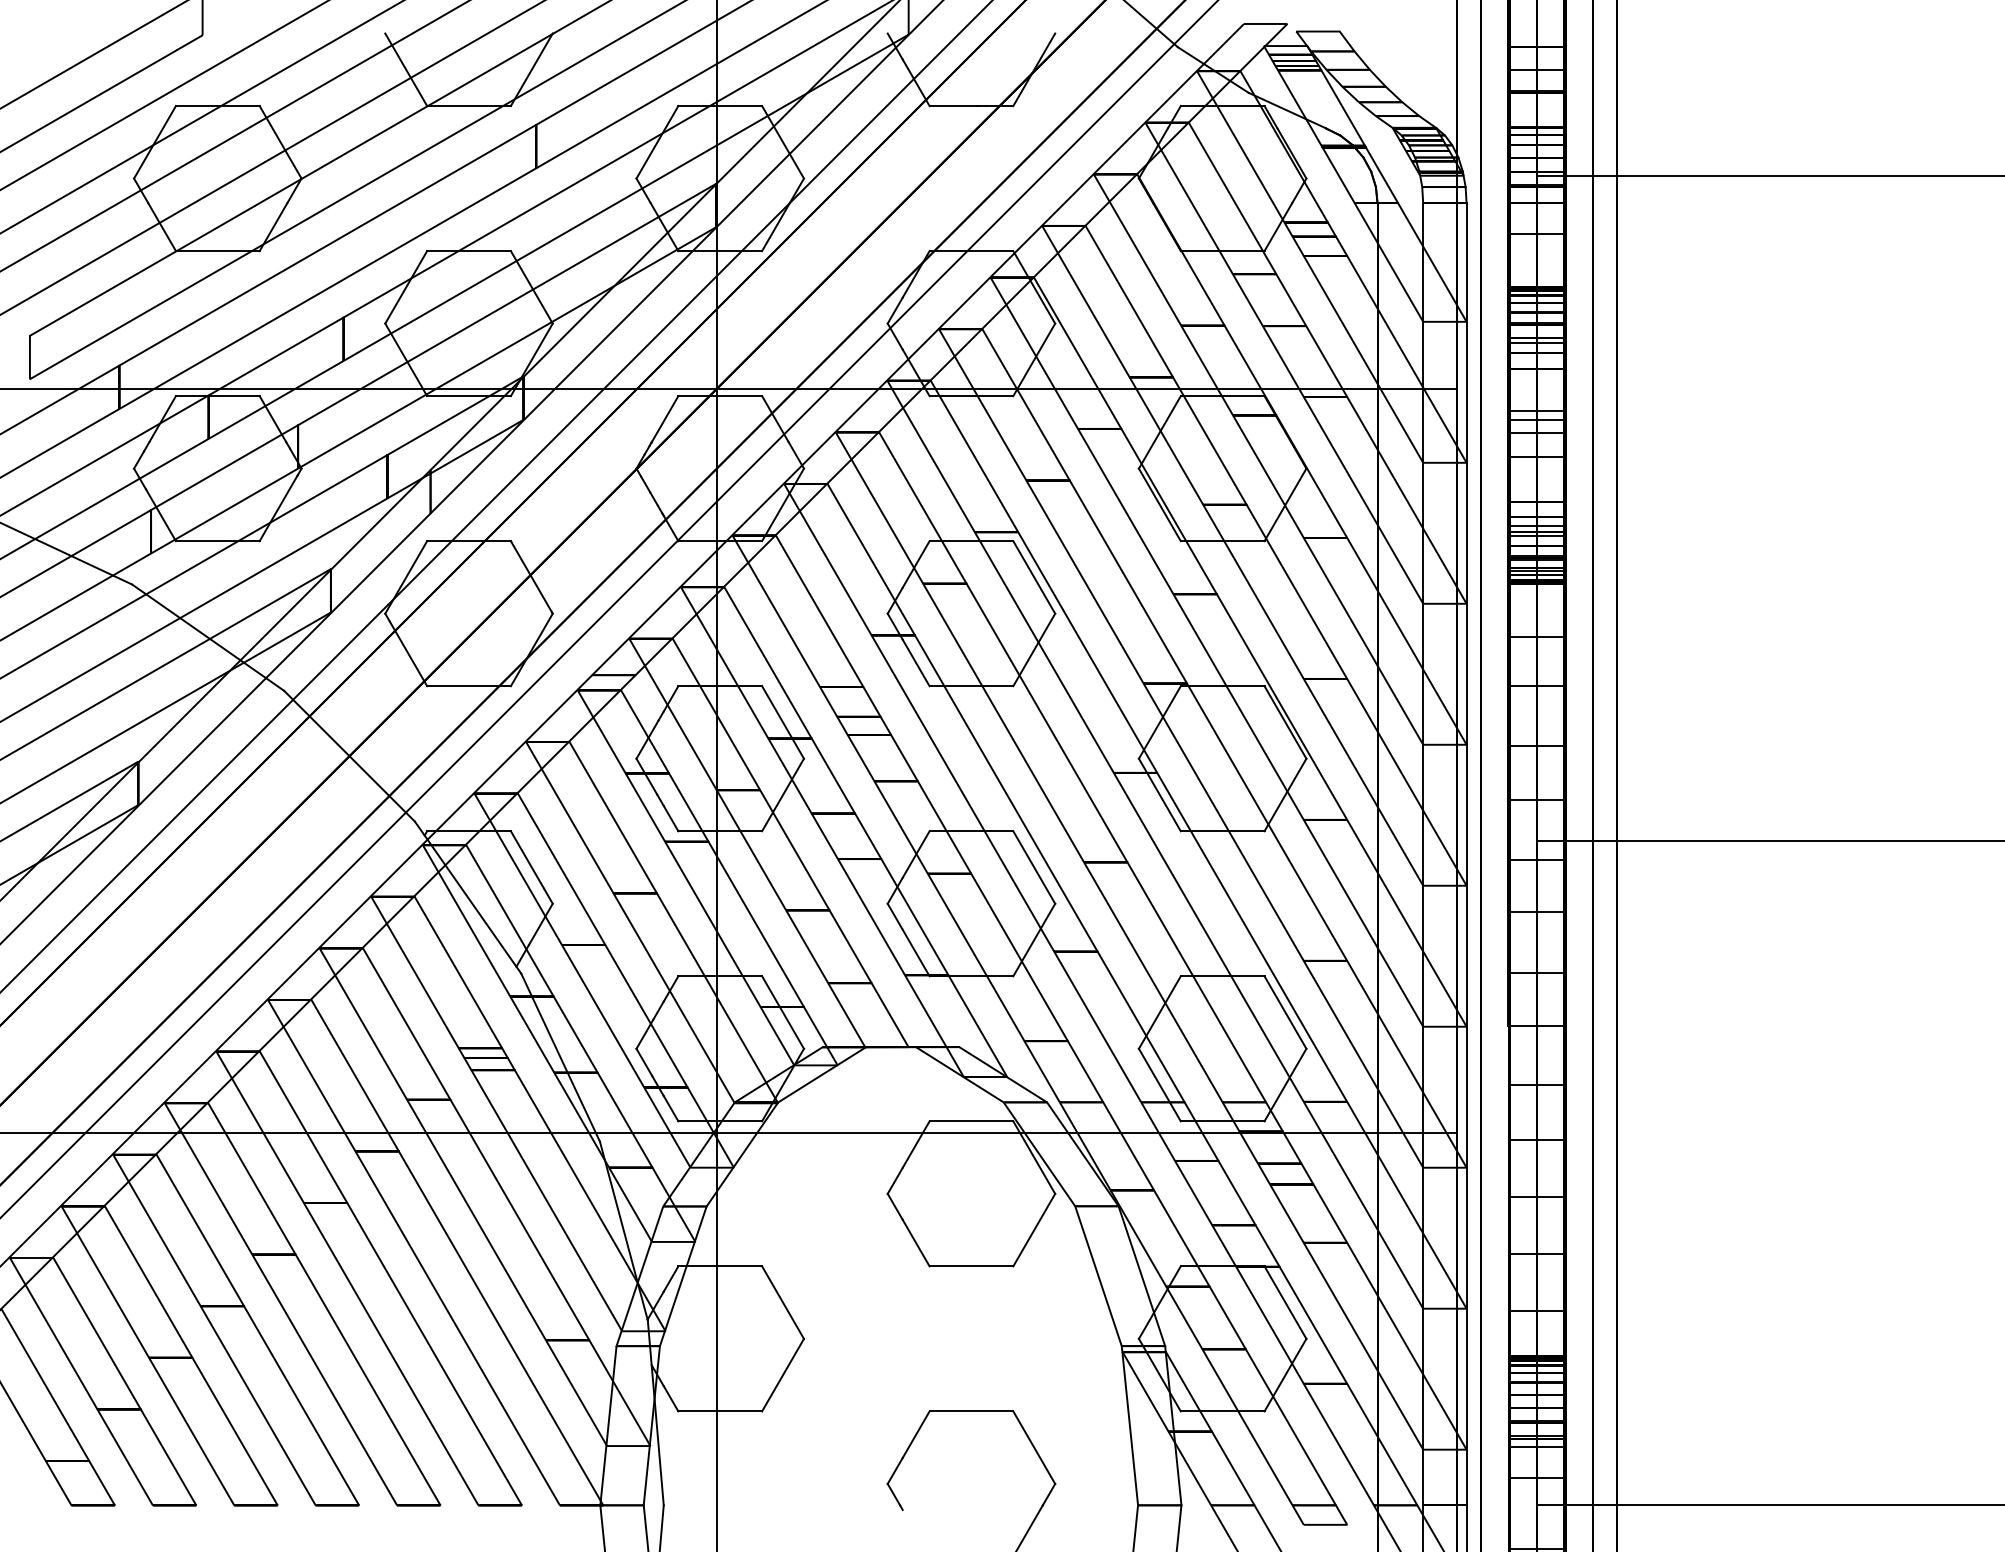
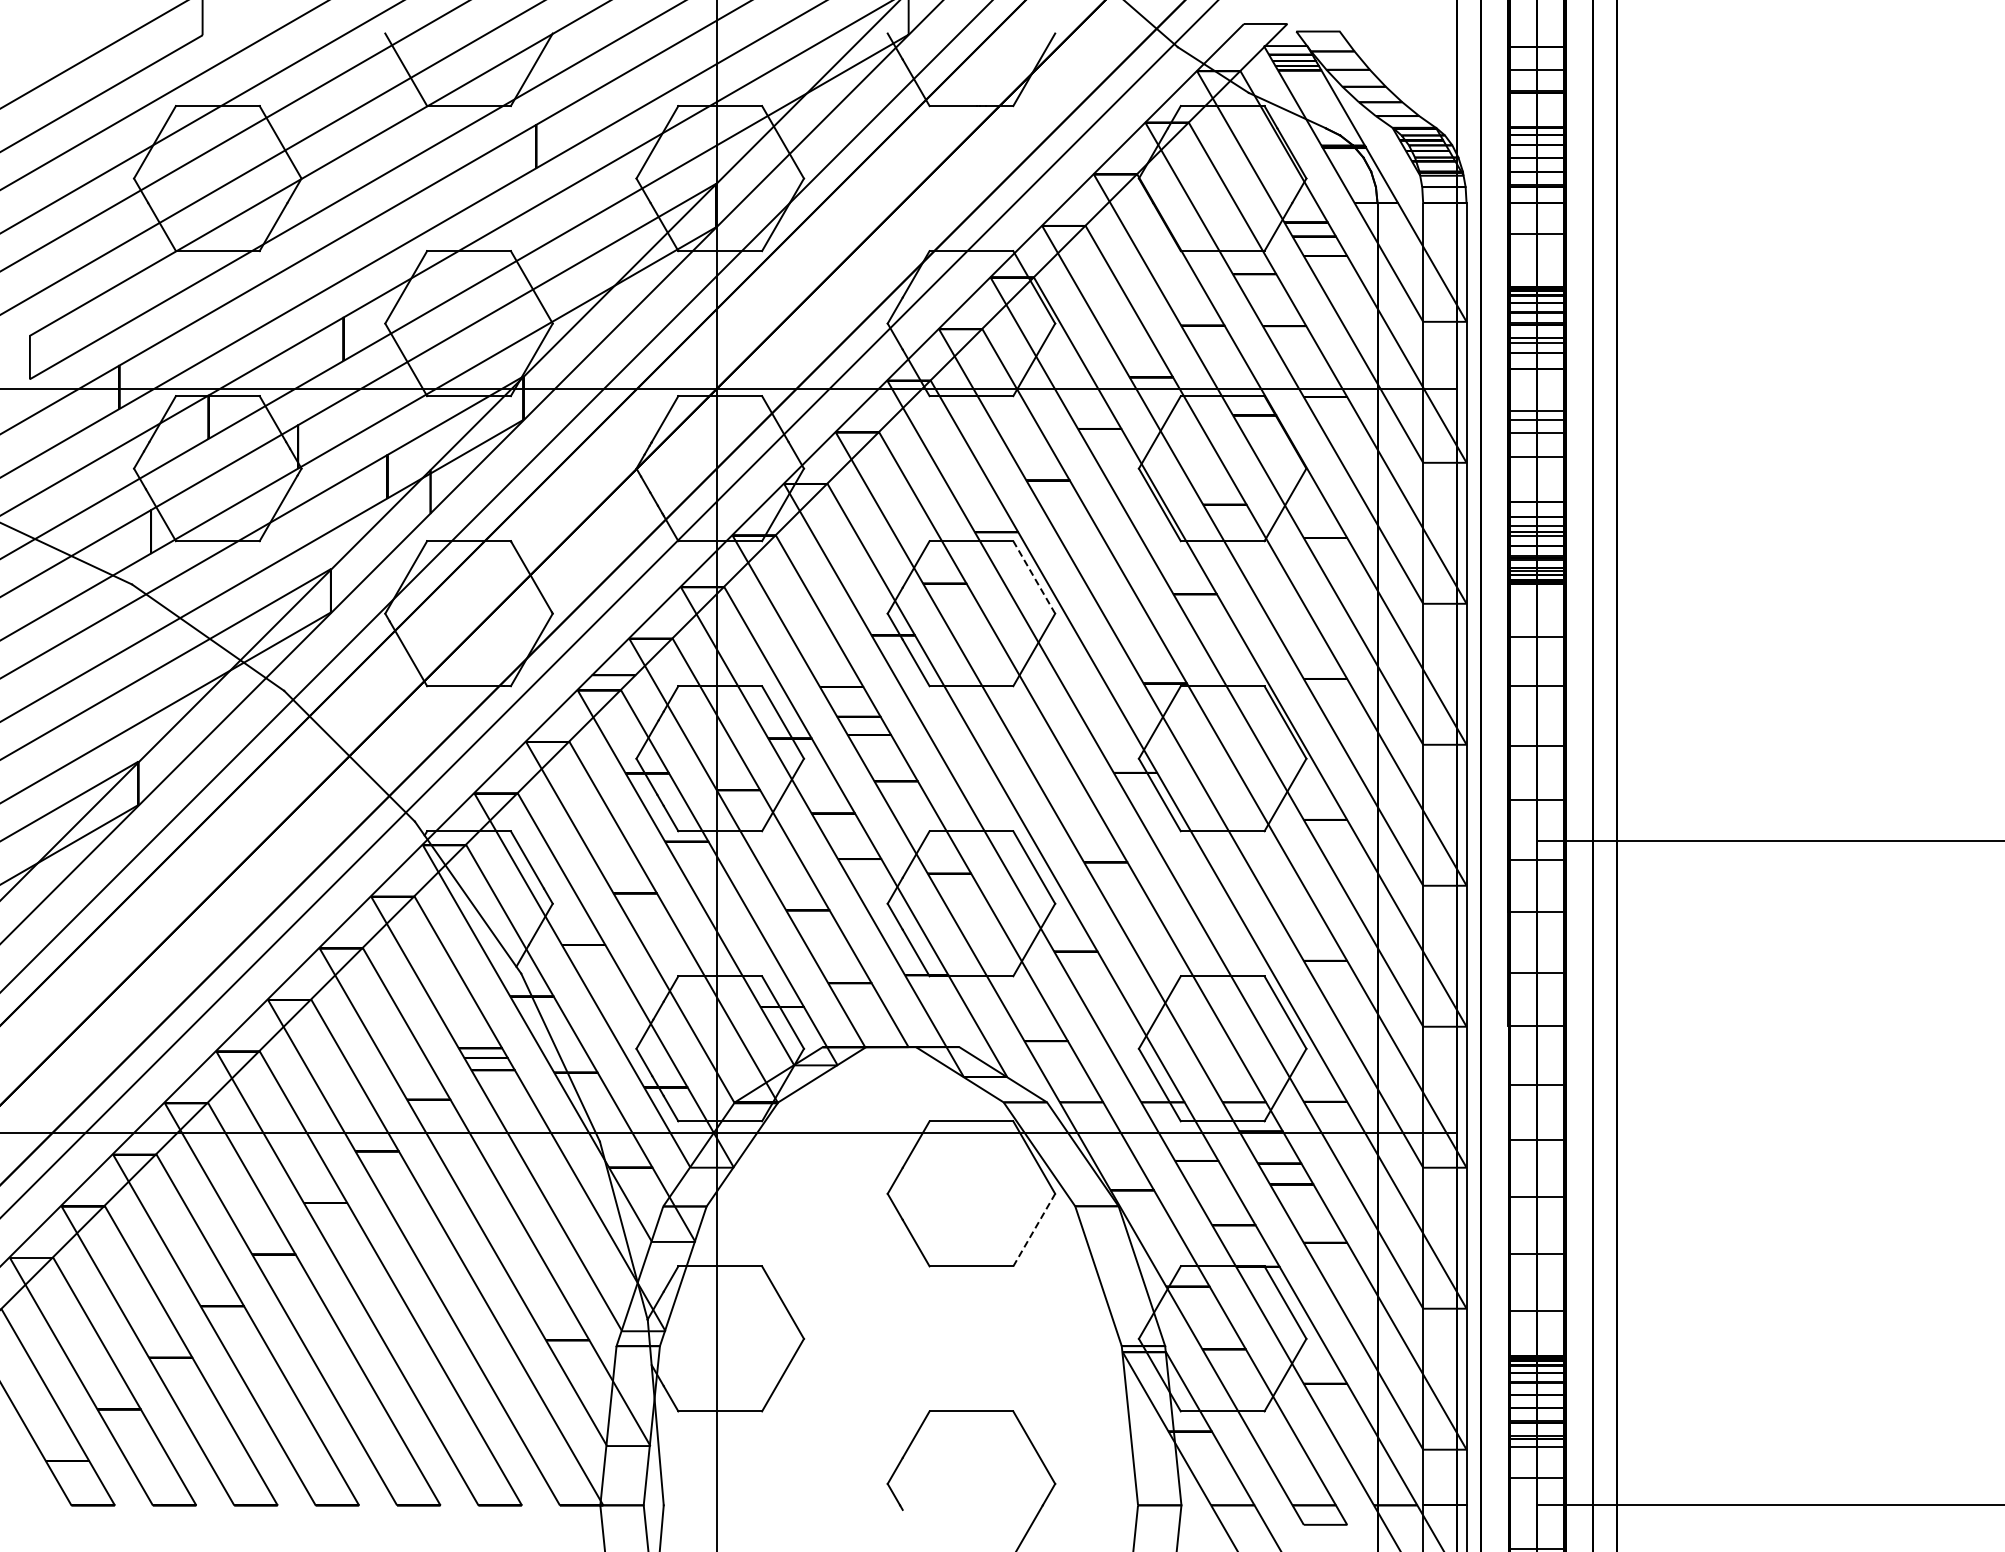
line at (1769, 176): present -> none
line at (1034, 577): solid -> dashed
line at (1034, 1230): solid -> dashed
